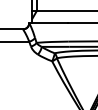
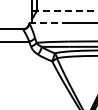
line at (65, 10): solid -> dashed
line at (48, 23): solid -> dashed
